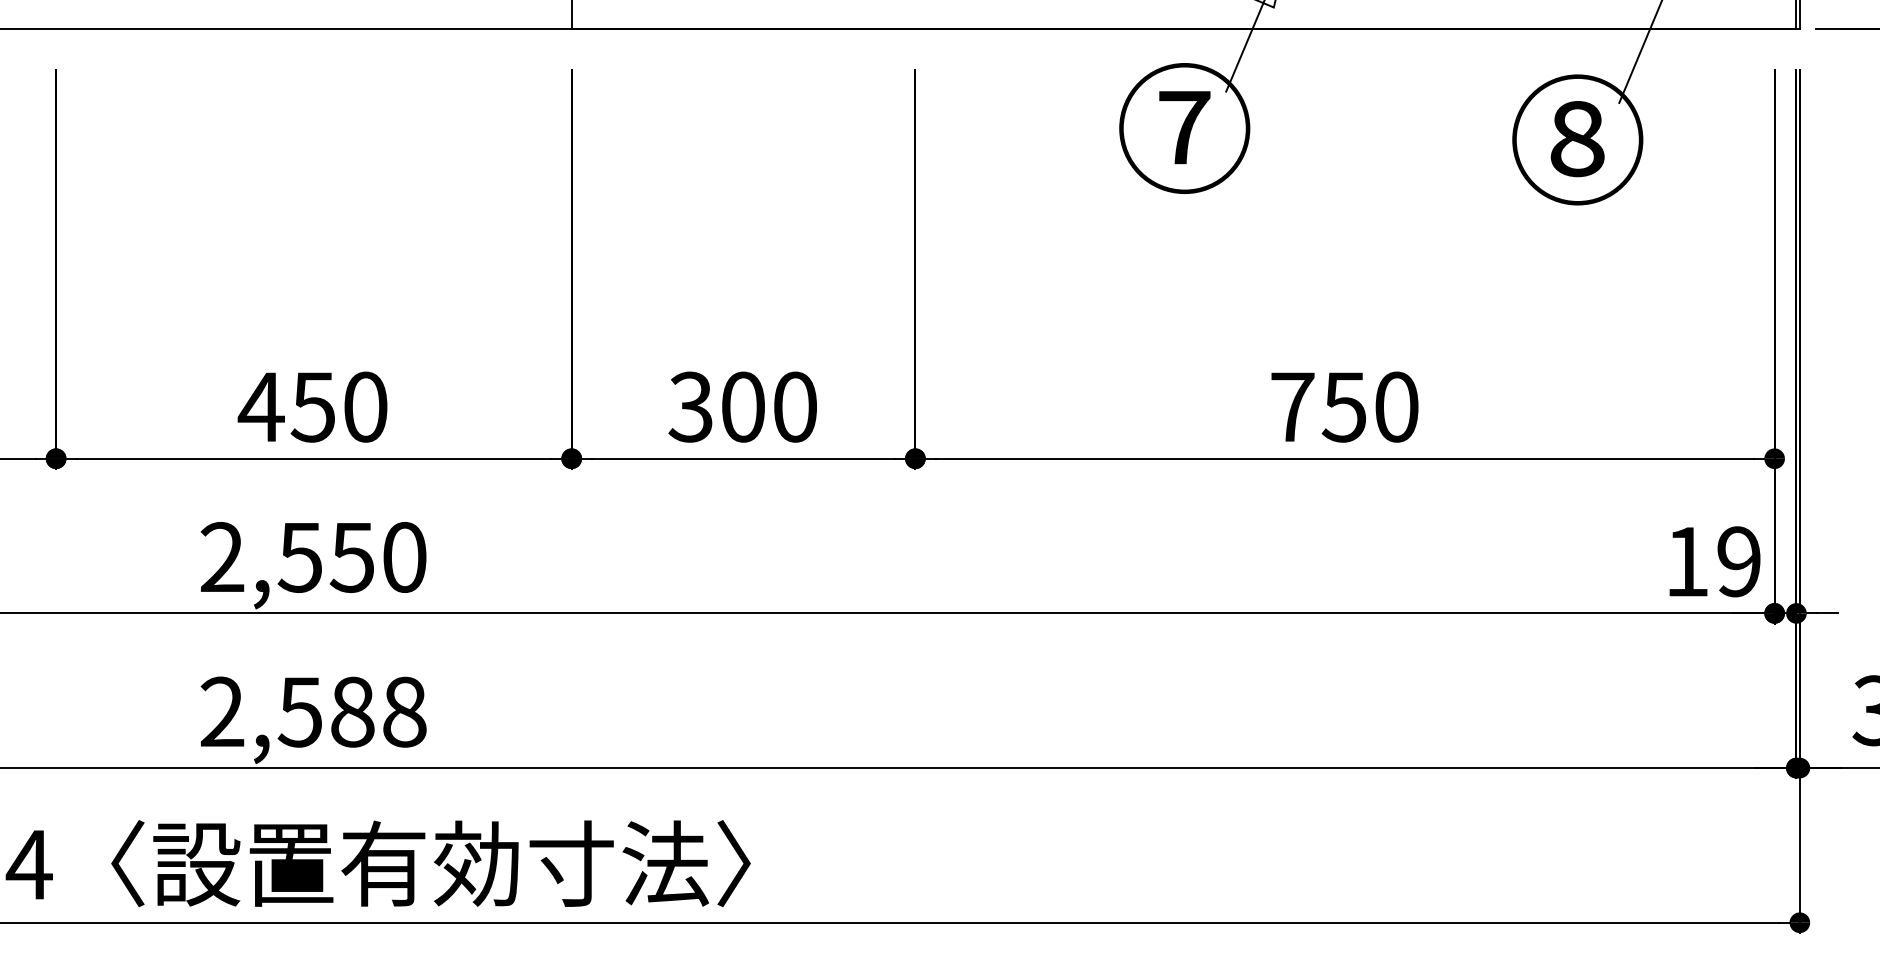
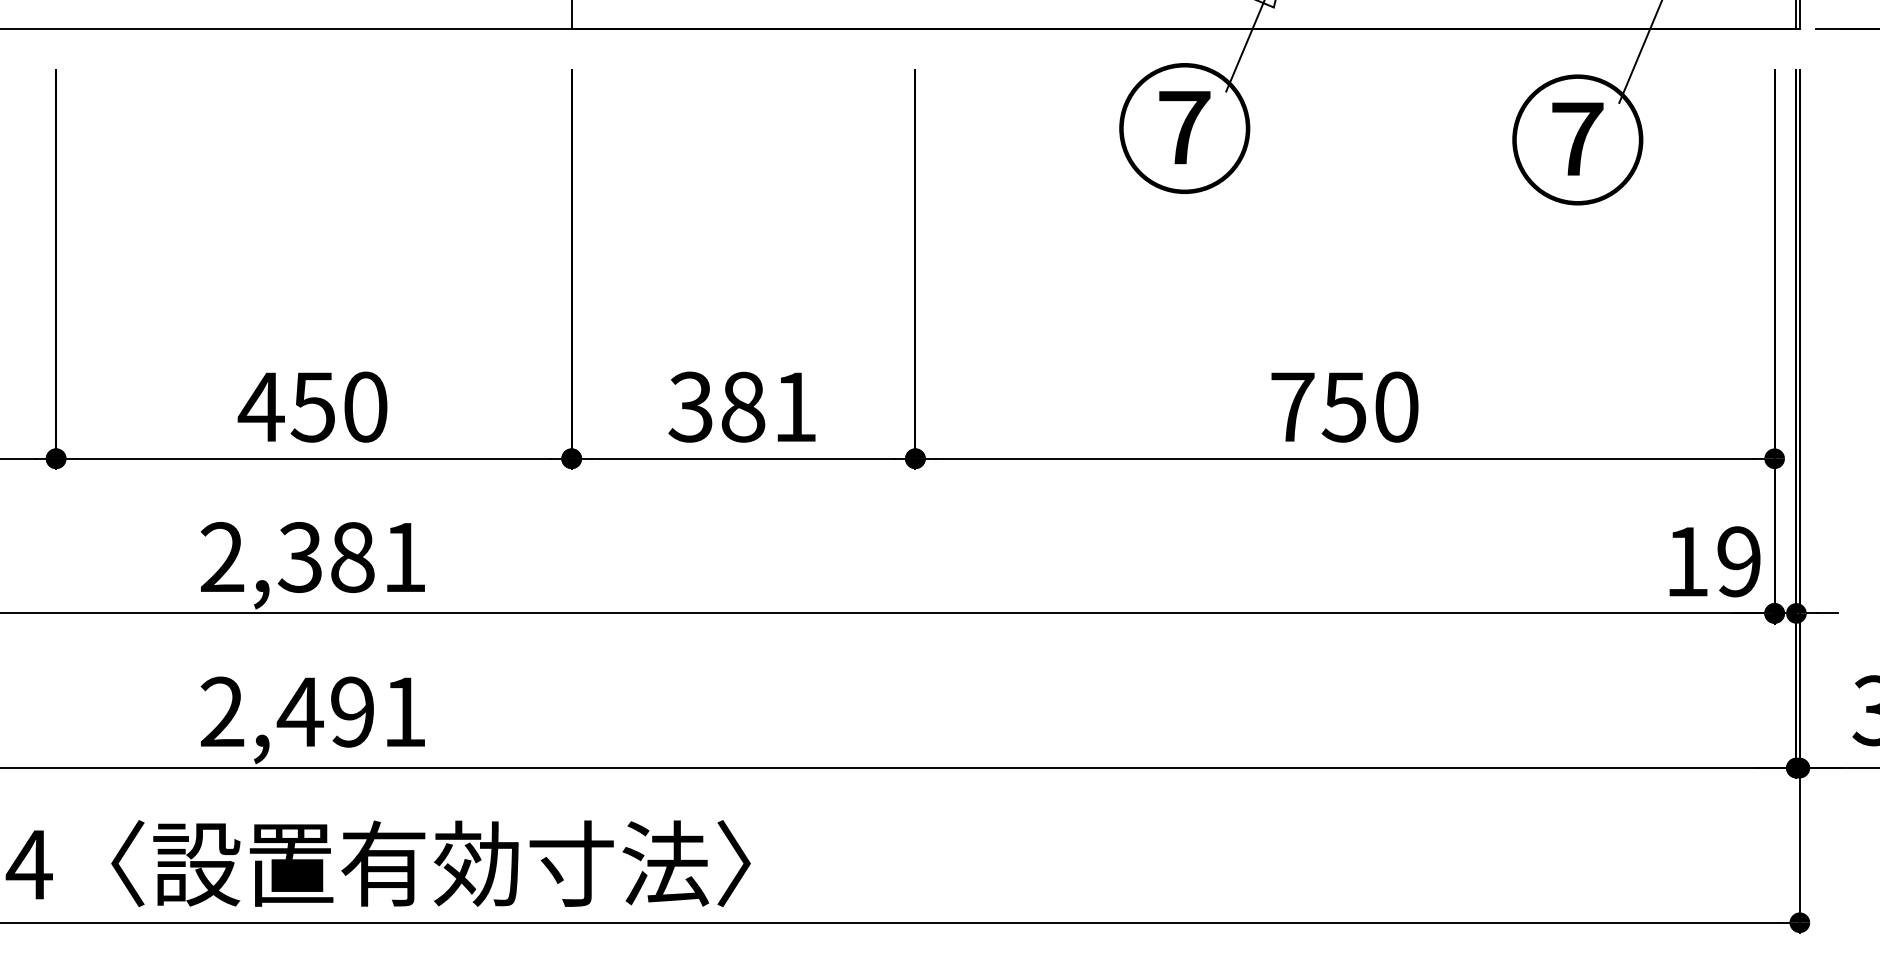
text at (1577, 139): ⑧ -> ⑦
text at (768, 406): 300 -> 381
text at (351, 557): 2,550 -> 2,381
text at (351, 711): 2,588 -> 2,491
